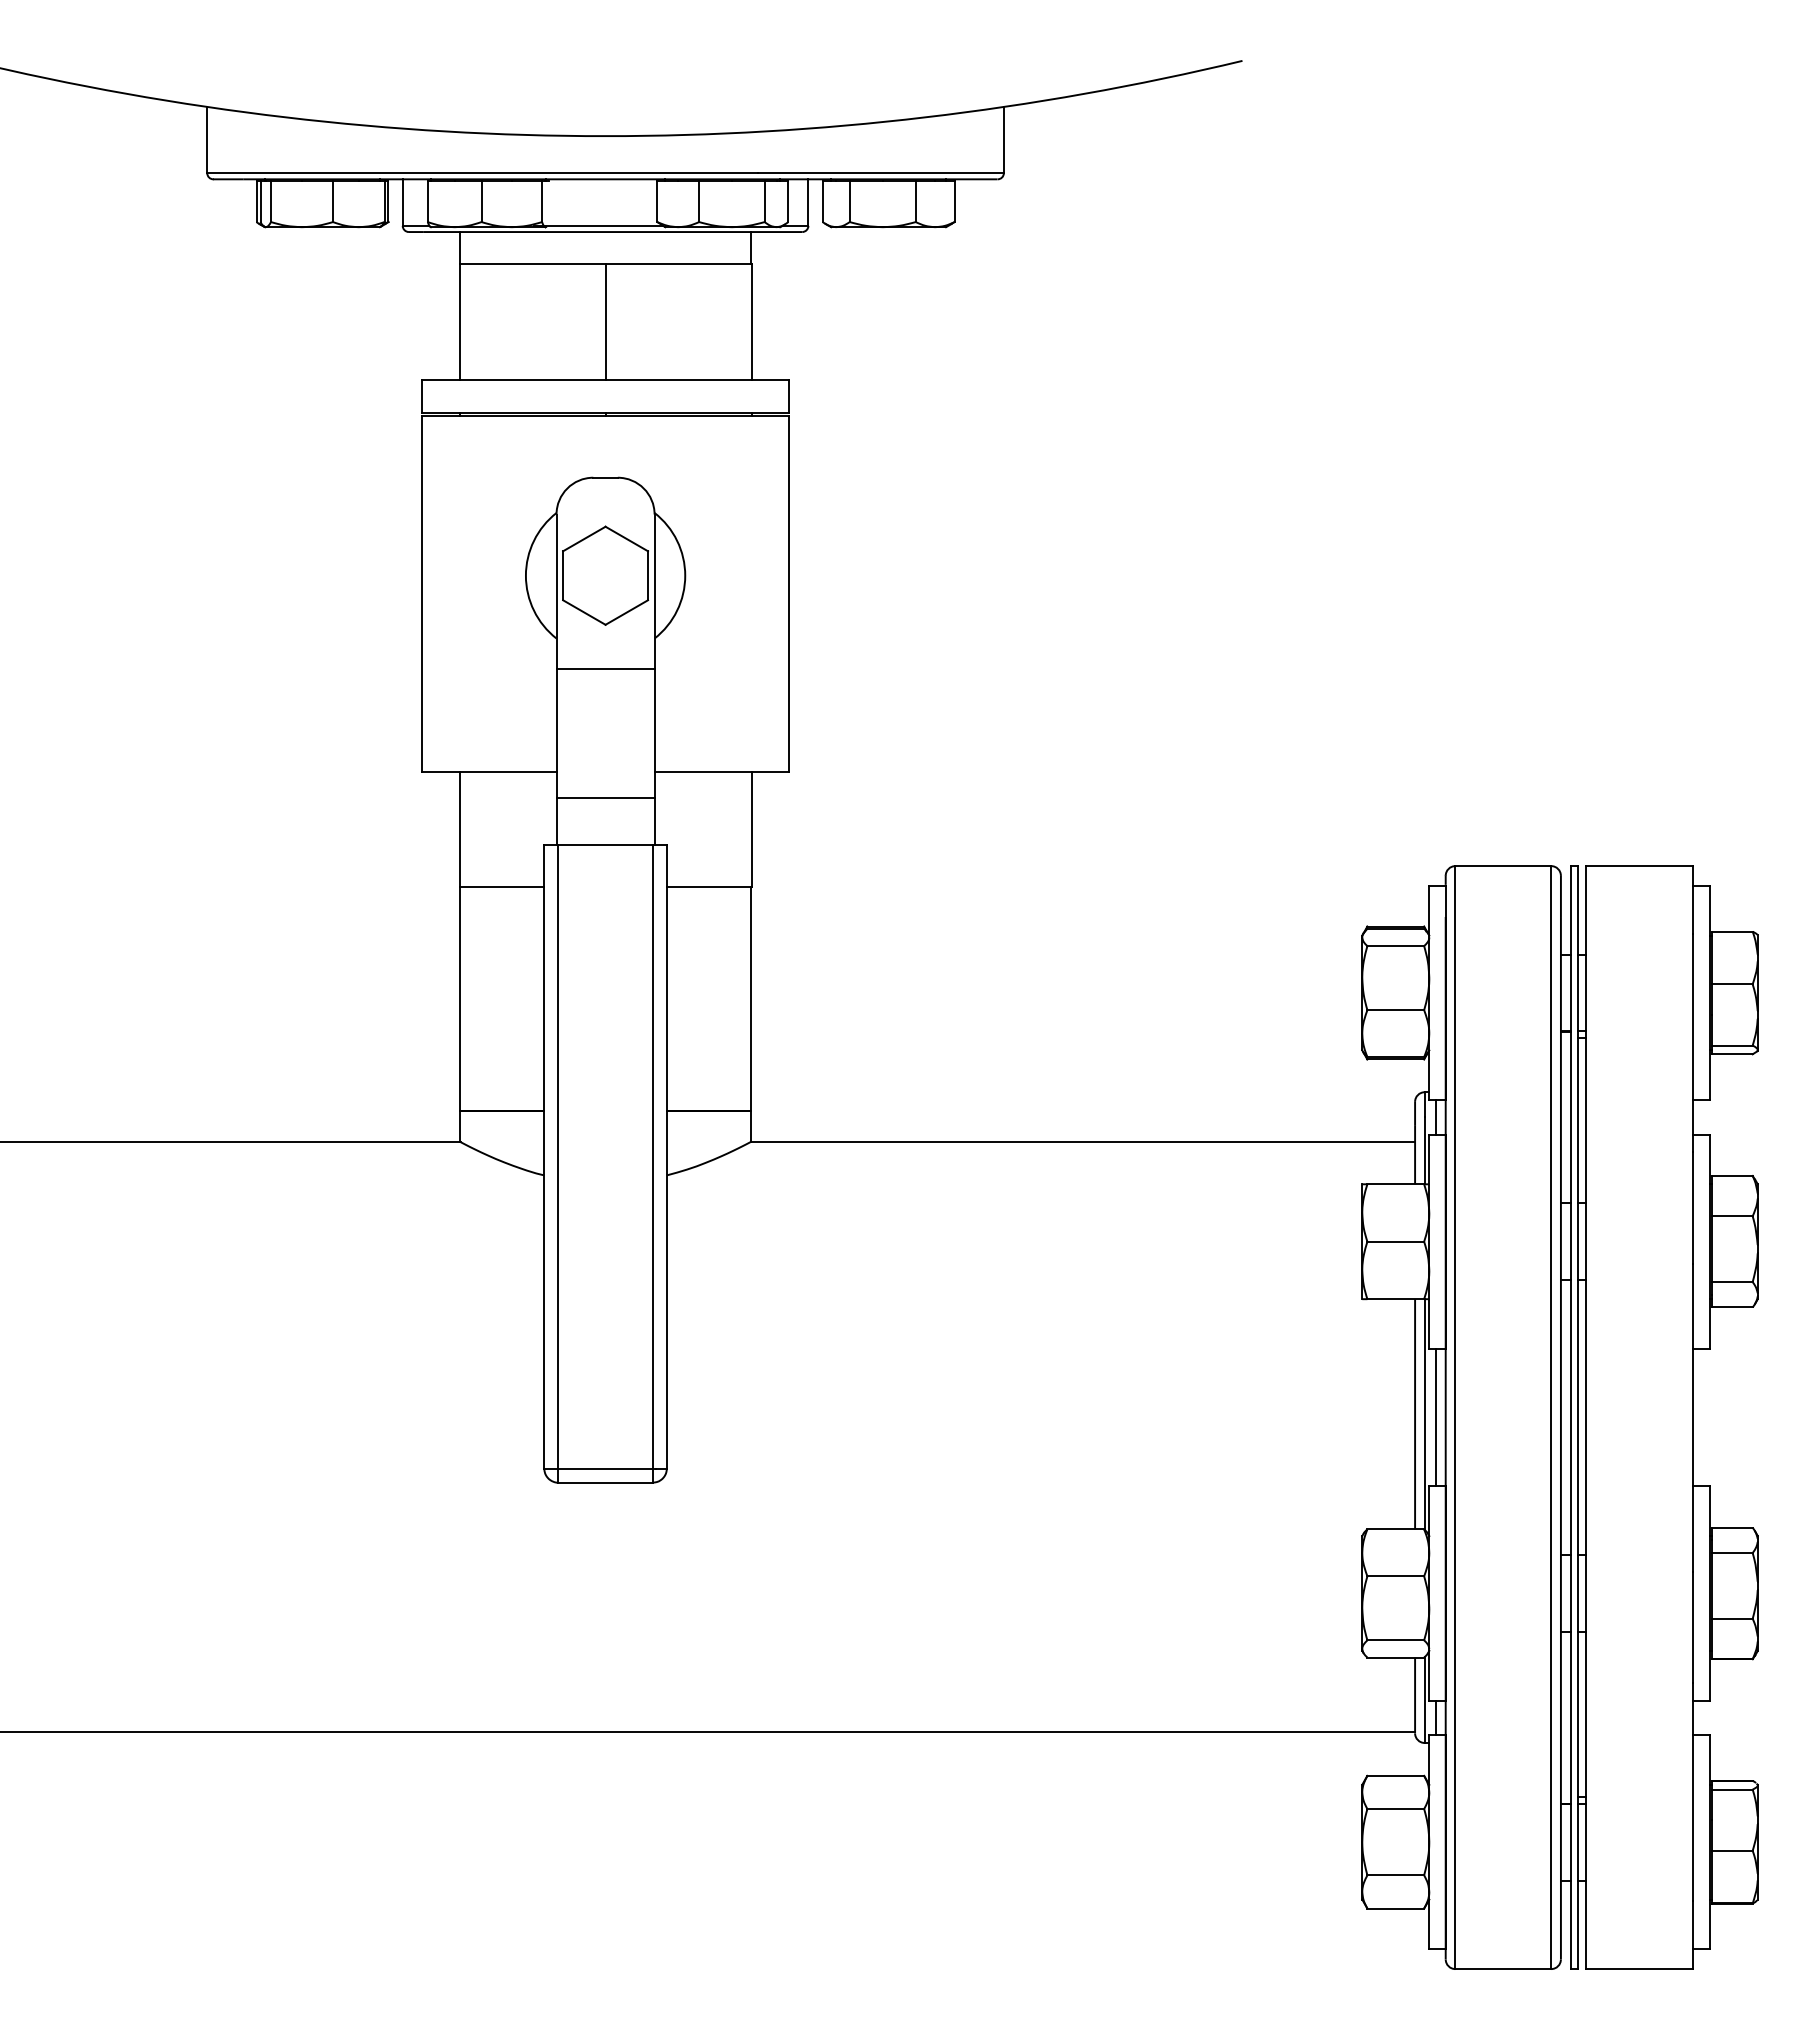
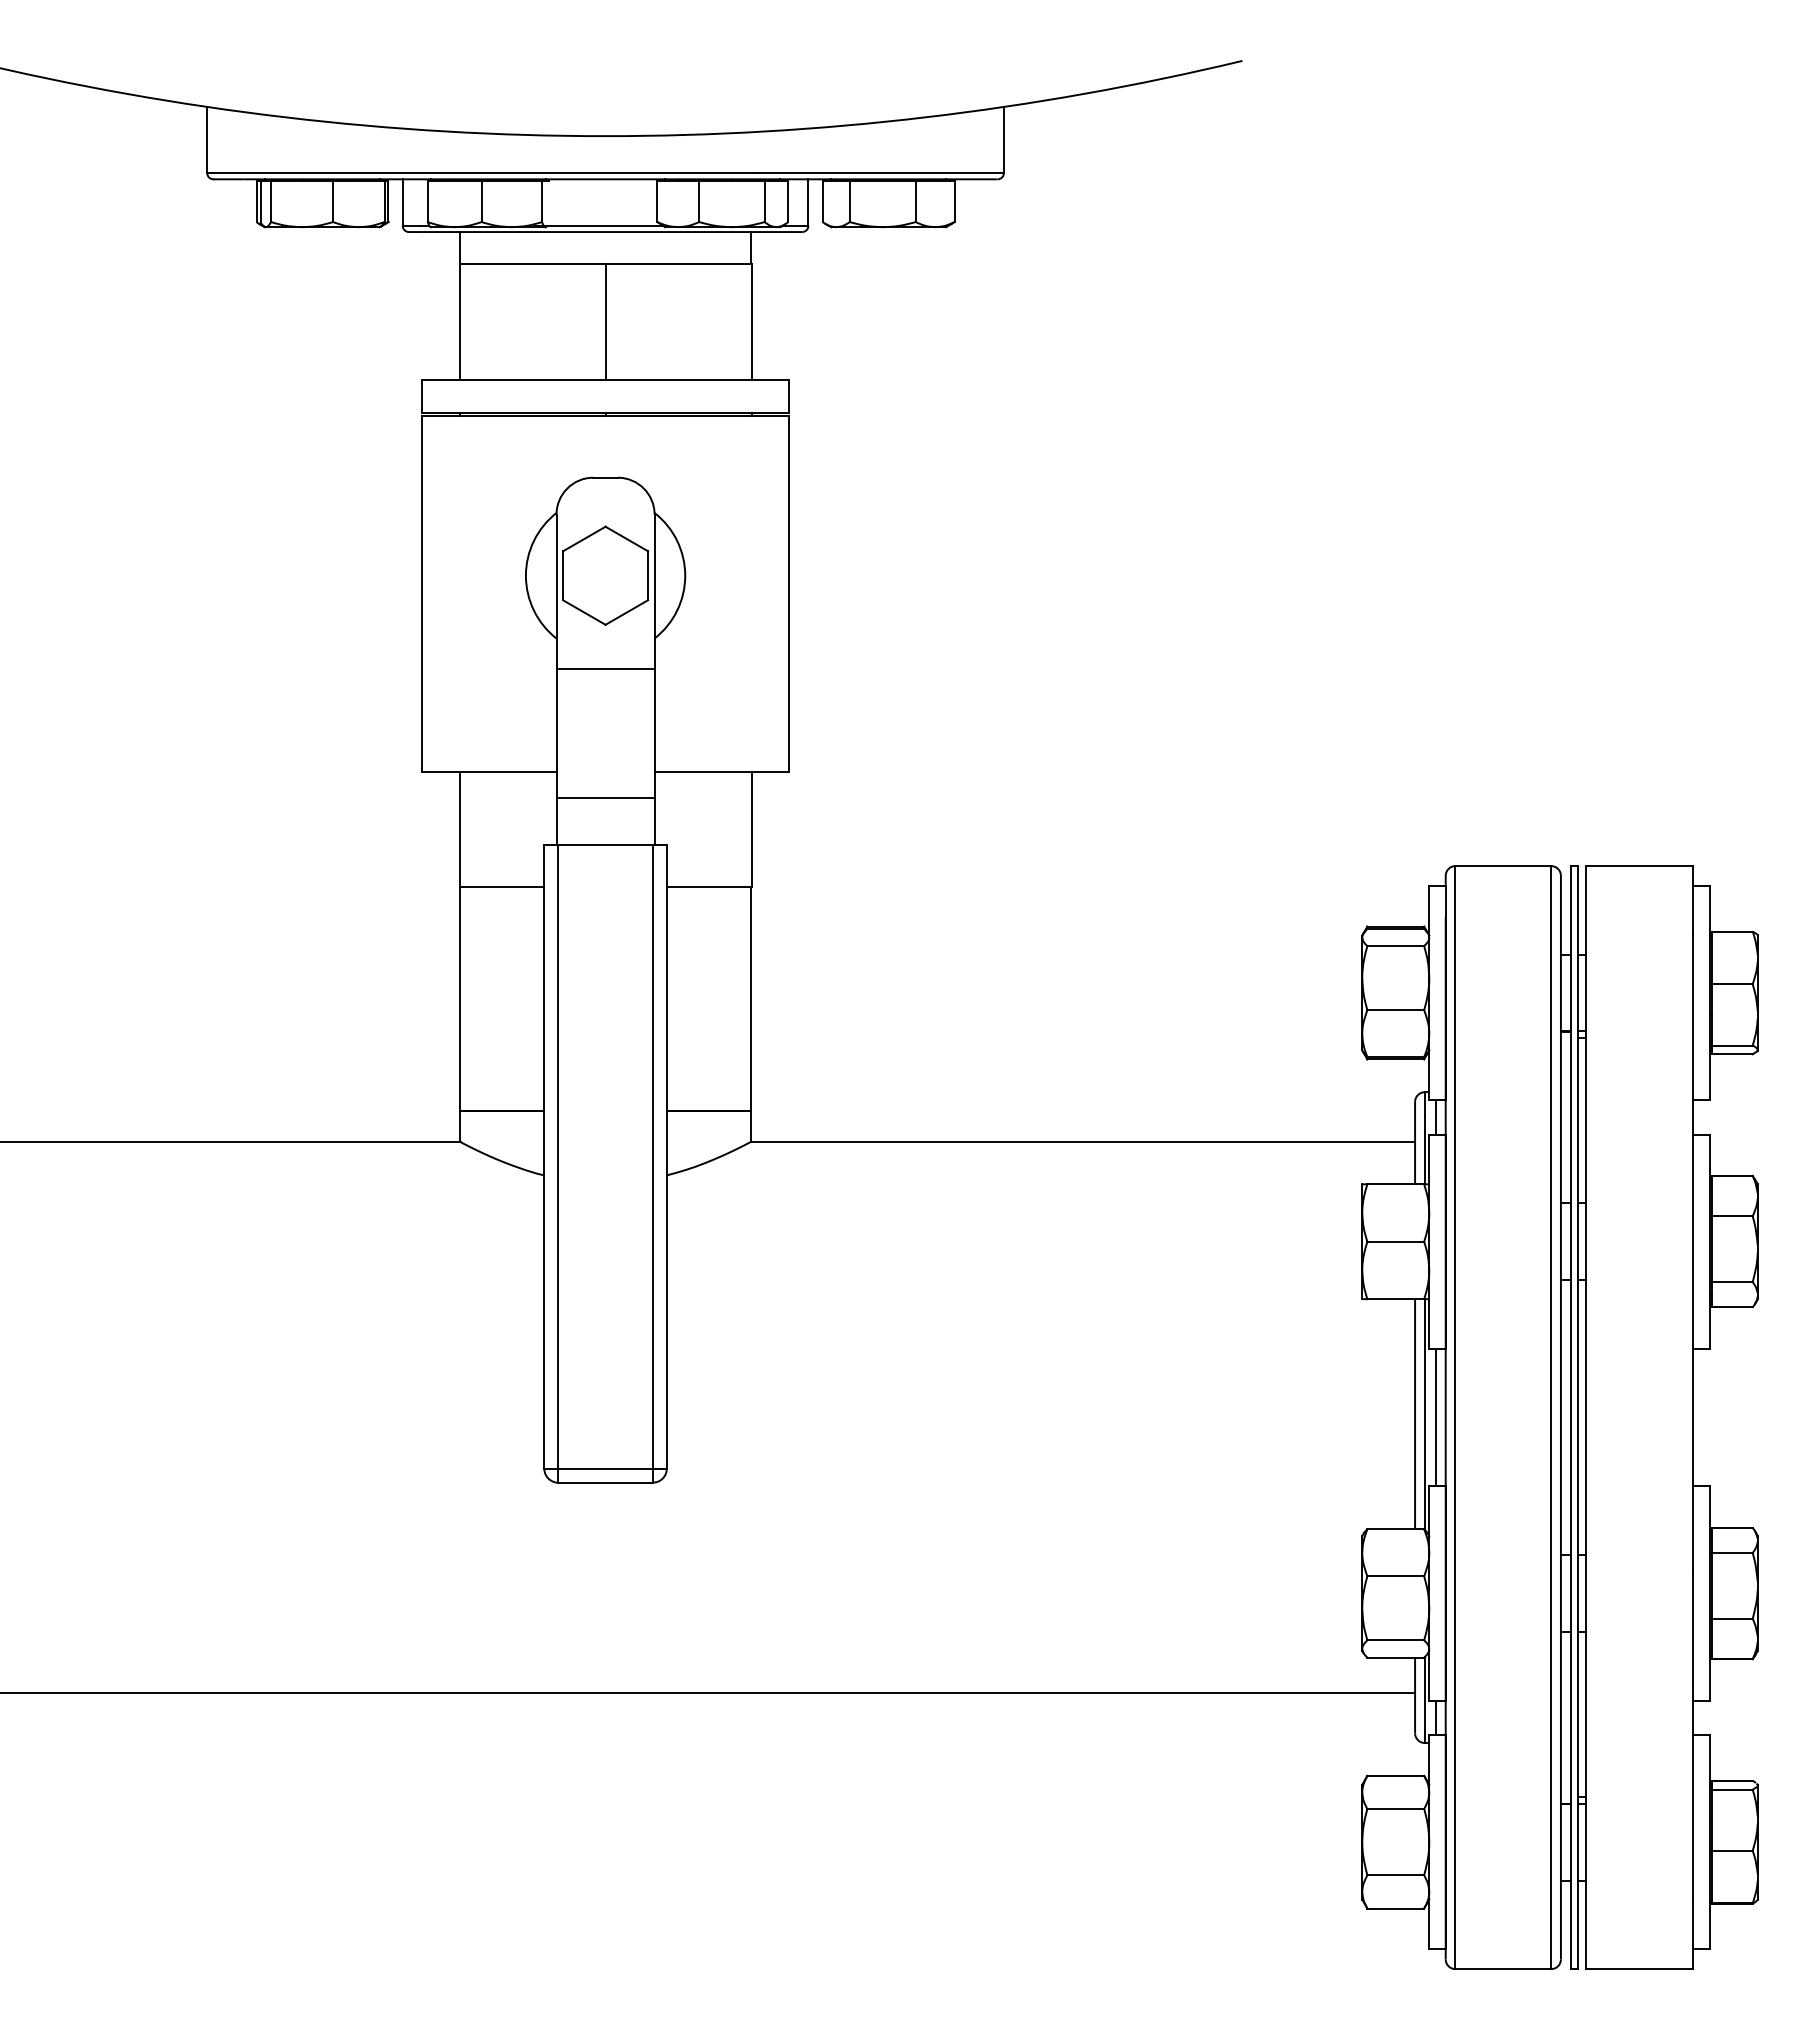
line at (708, 1732) position: (708, 1732) -> (708, 1693)
